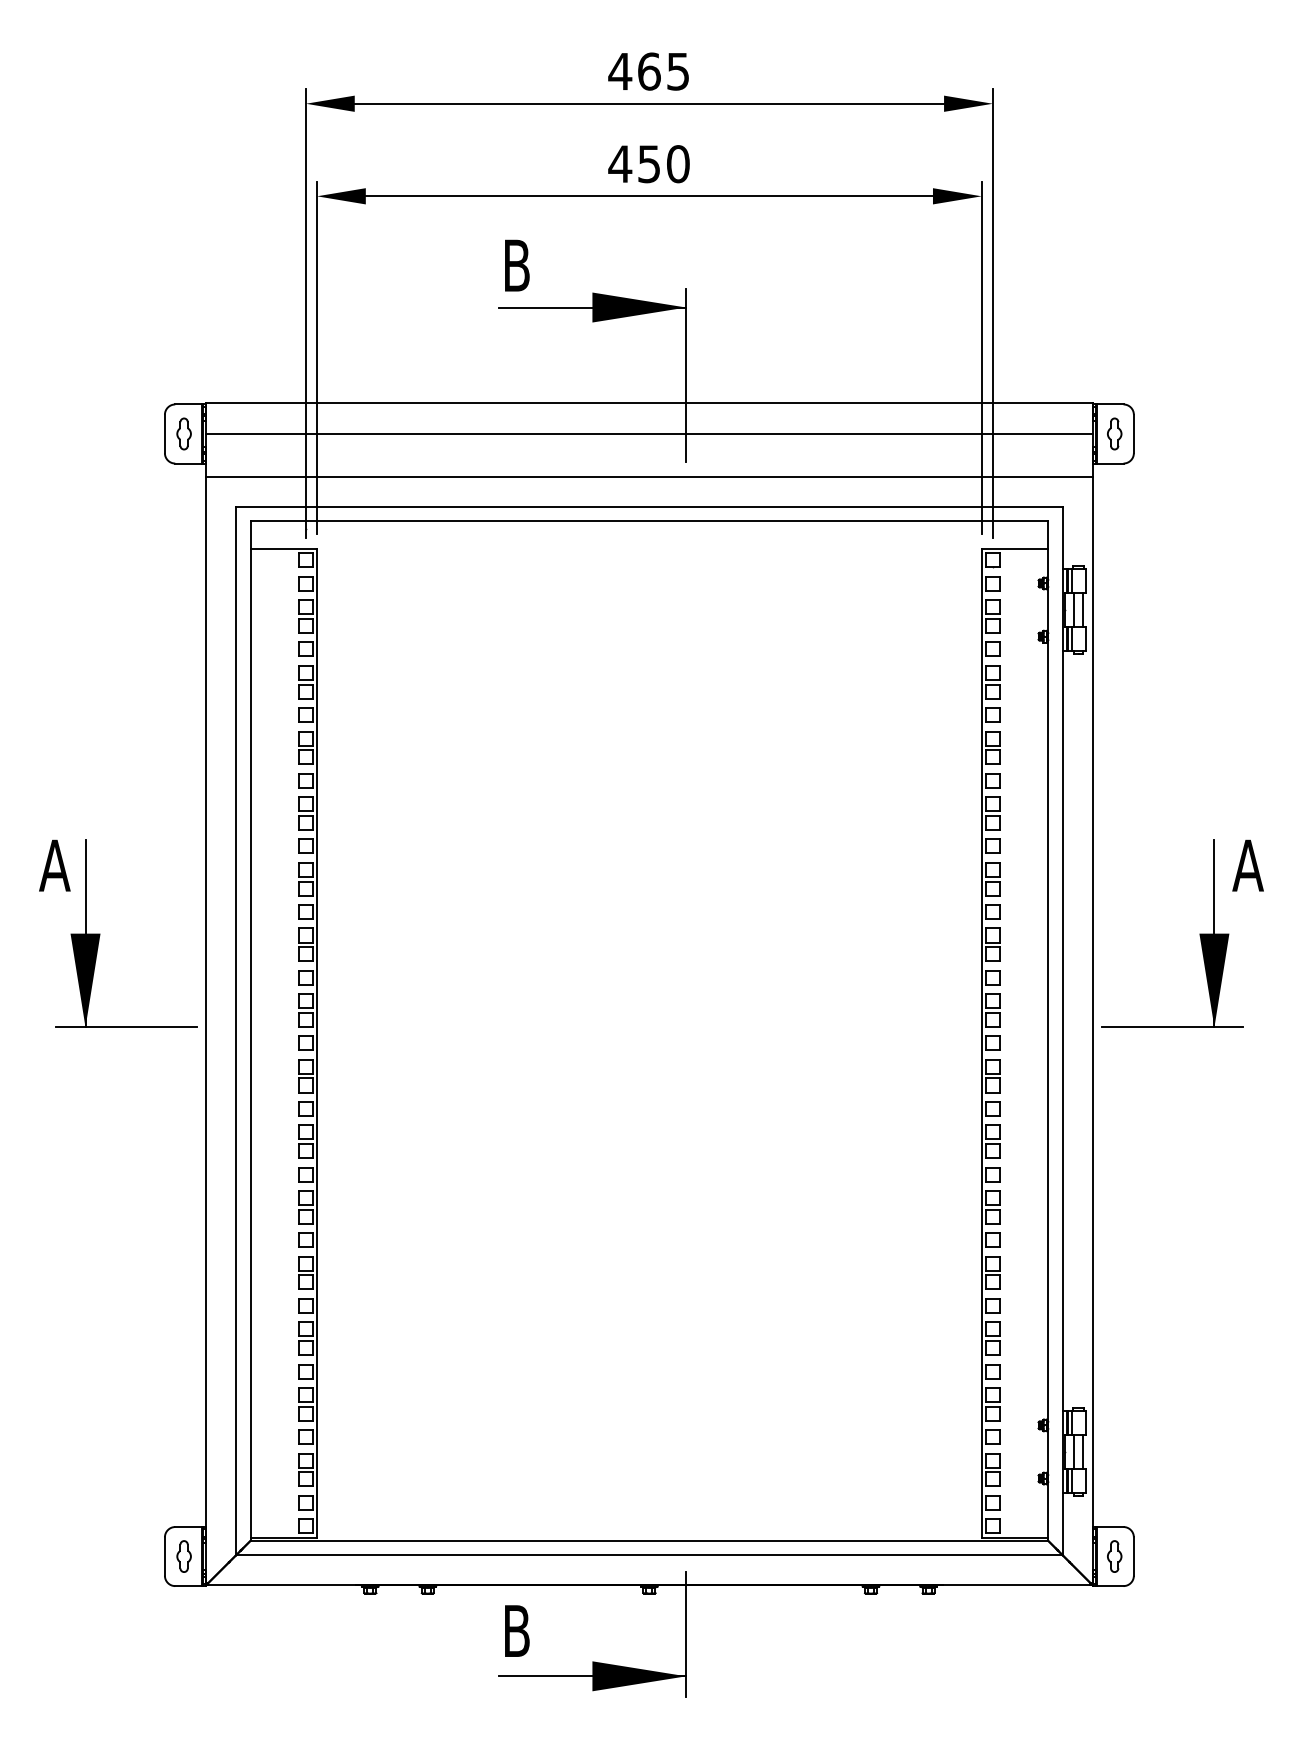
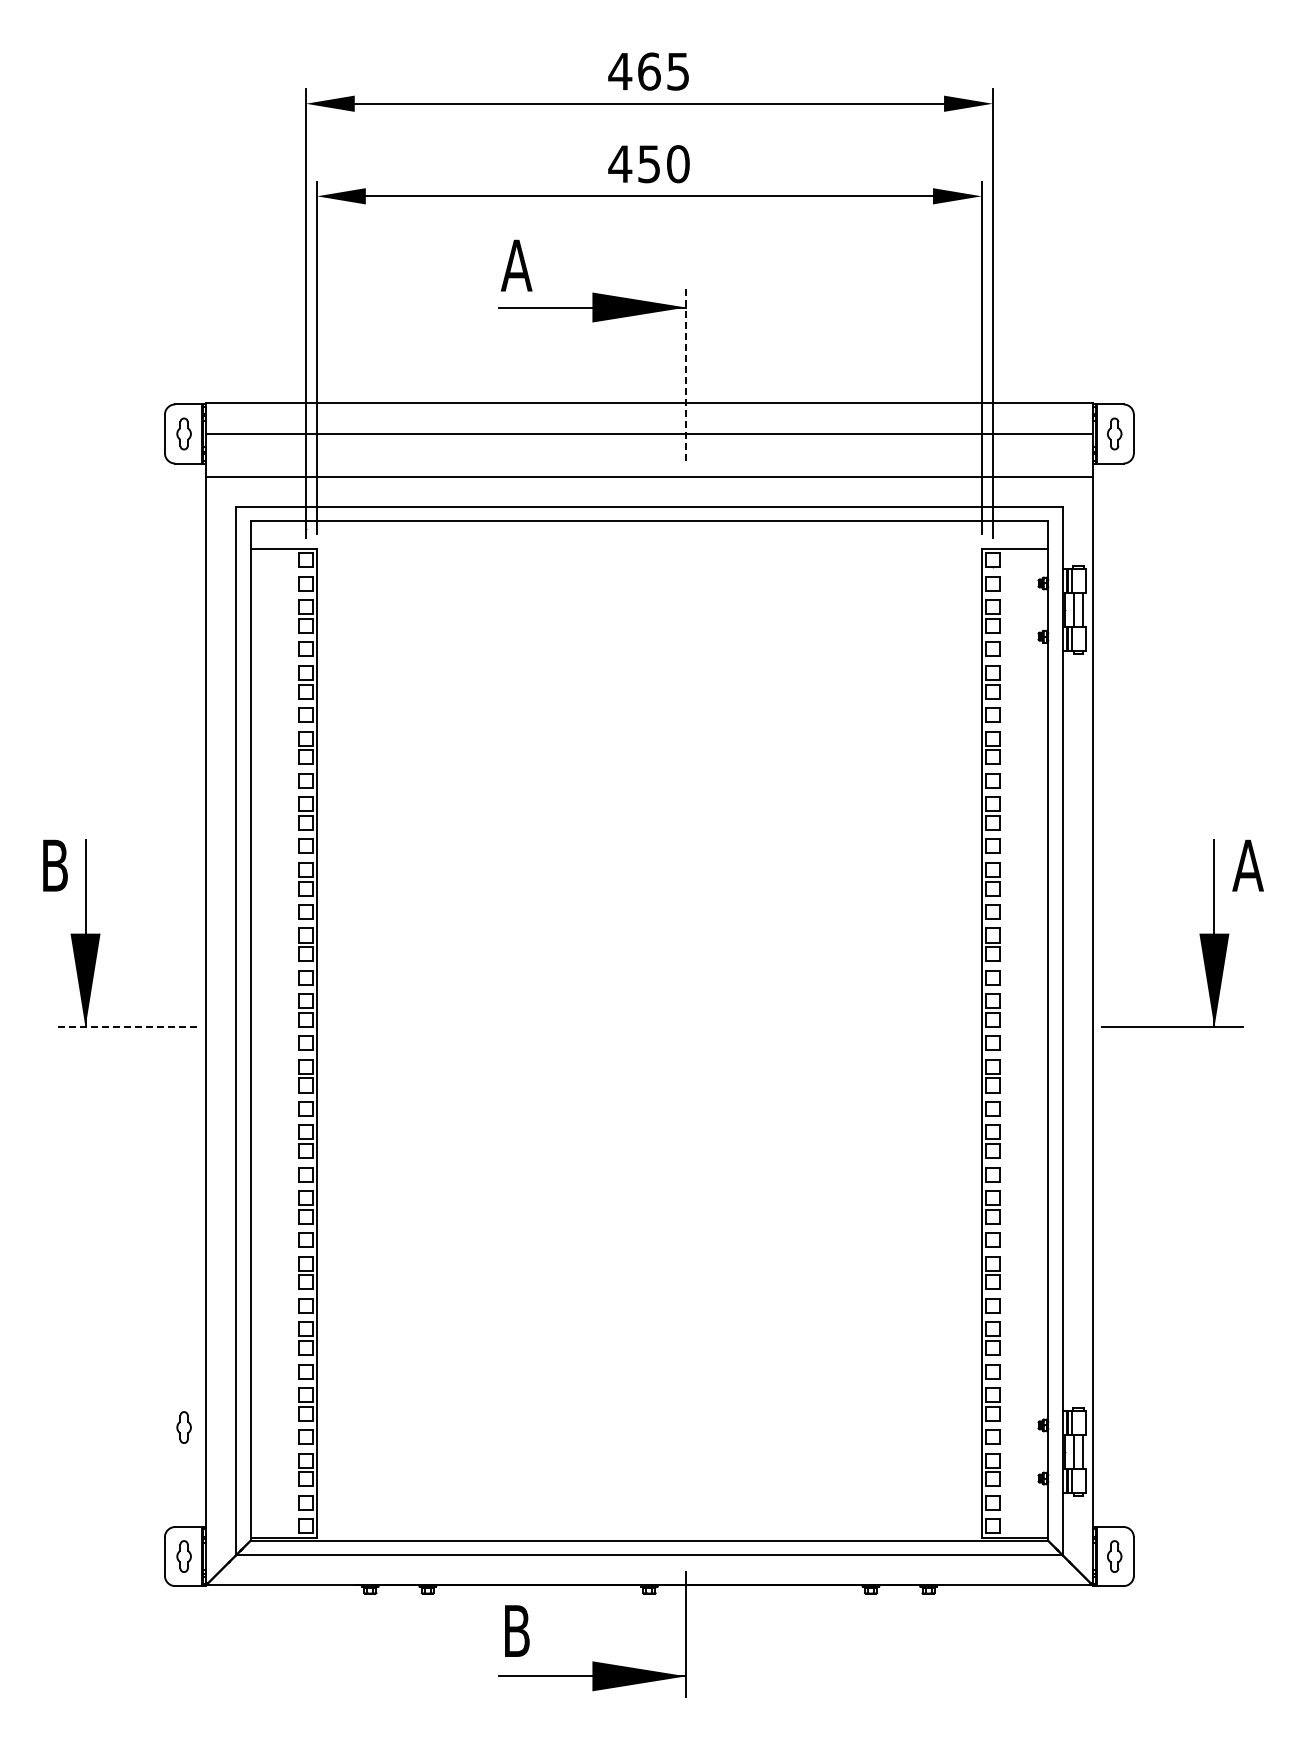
text at (516, 265): B -> A
line at (686, 376): solid -> dashed
text at (54, 865): A -> B
line at (125, 1027): solid -> dashed
part at (183, 1427): none -> present
